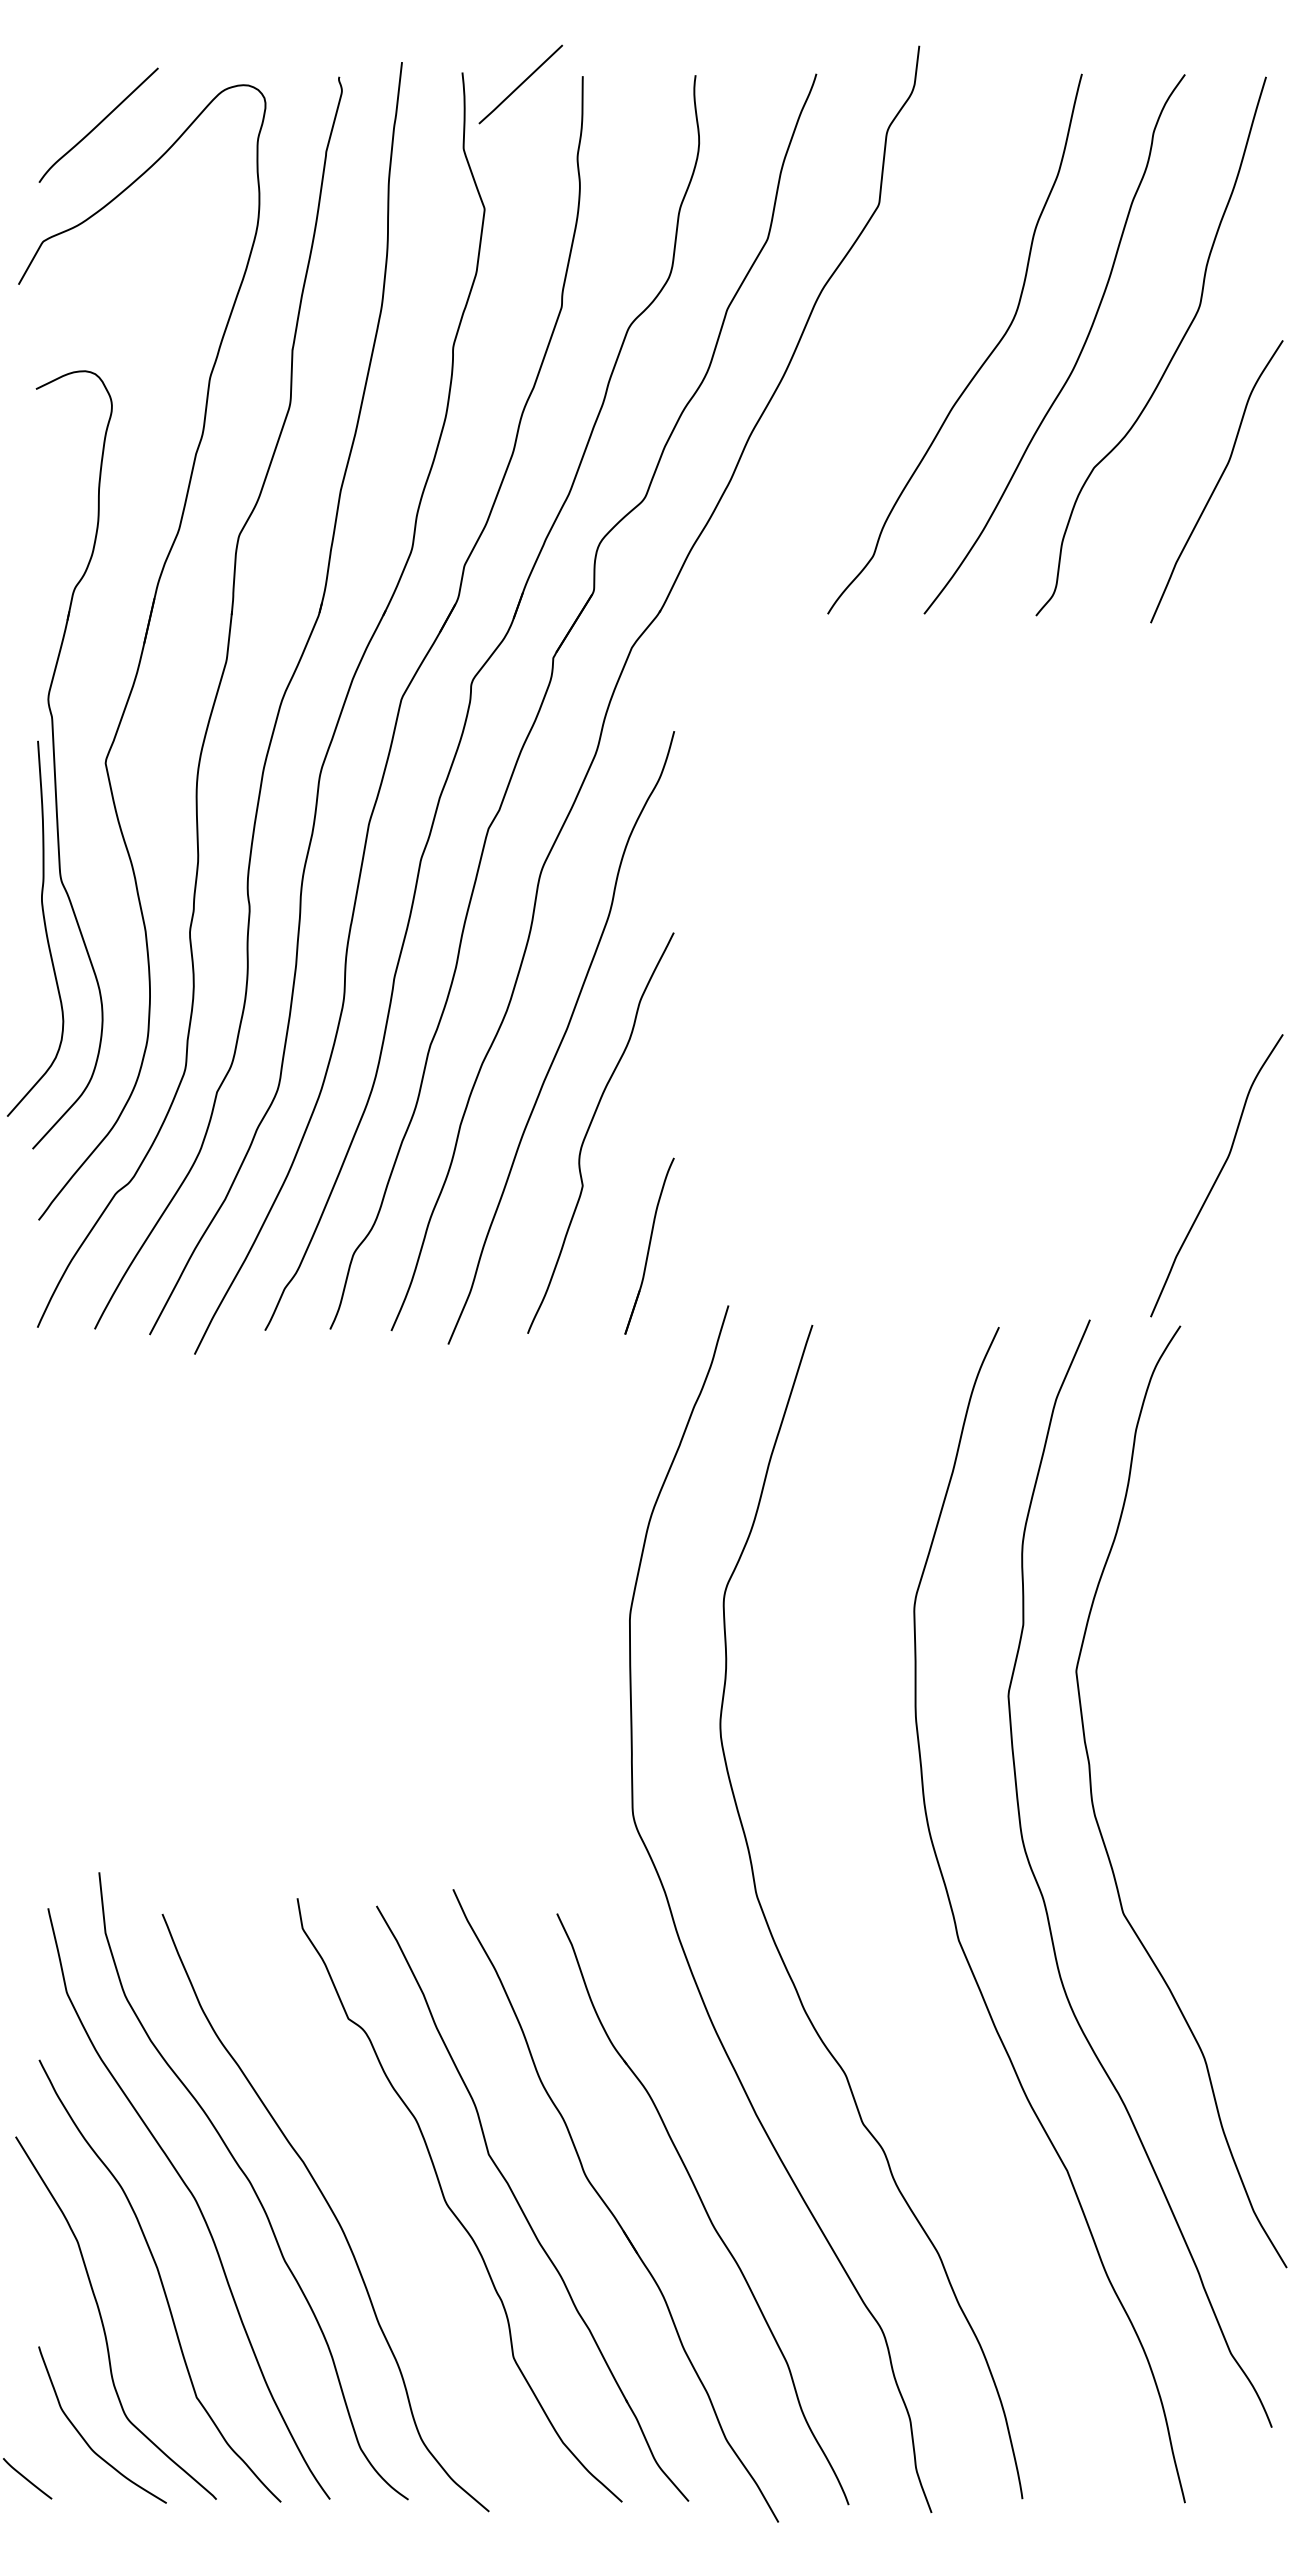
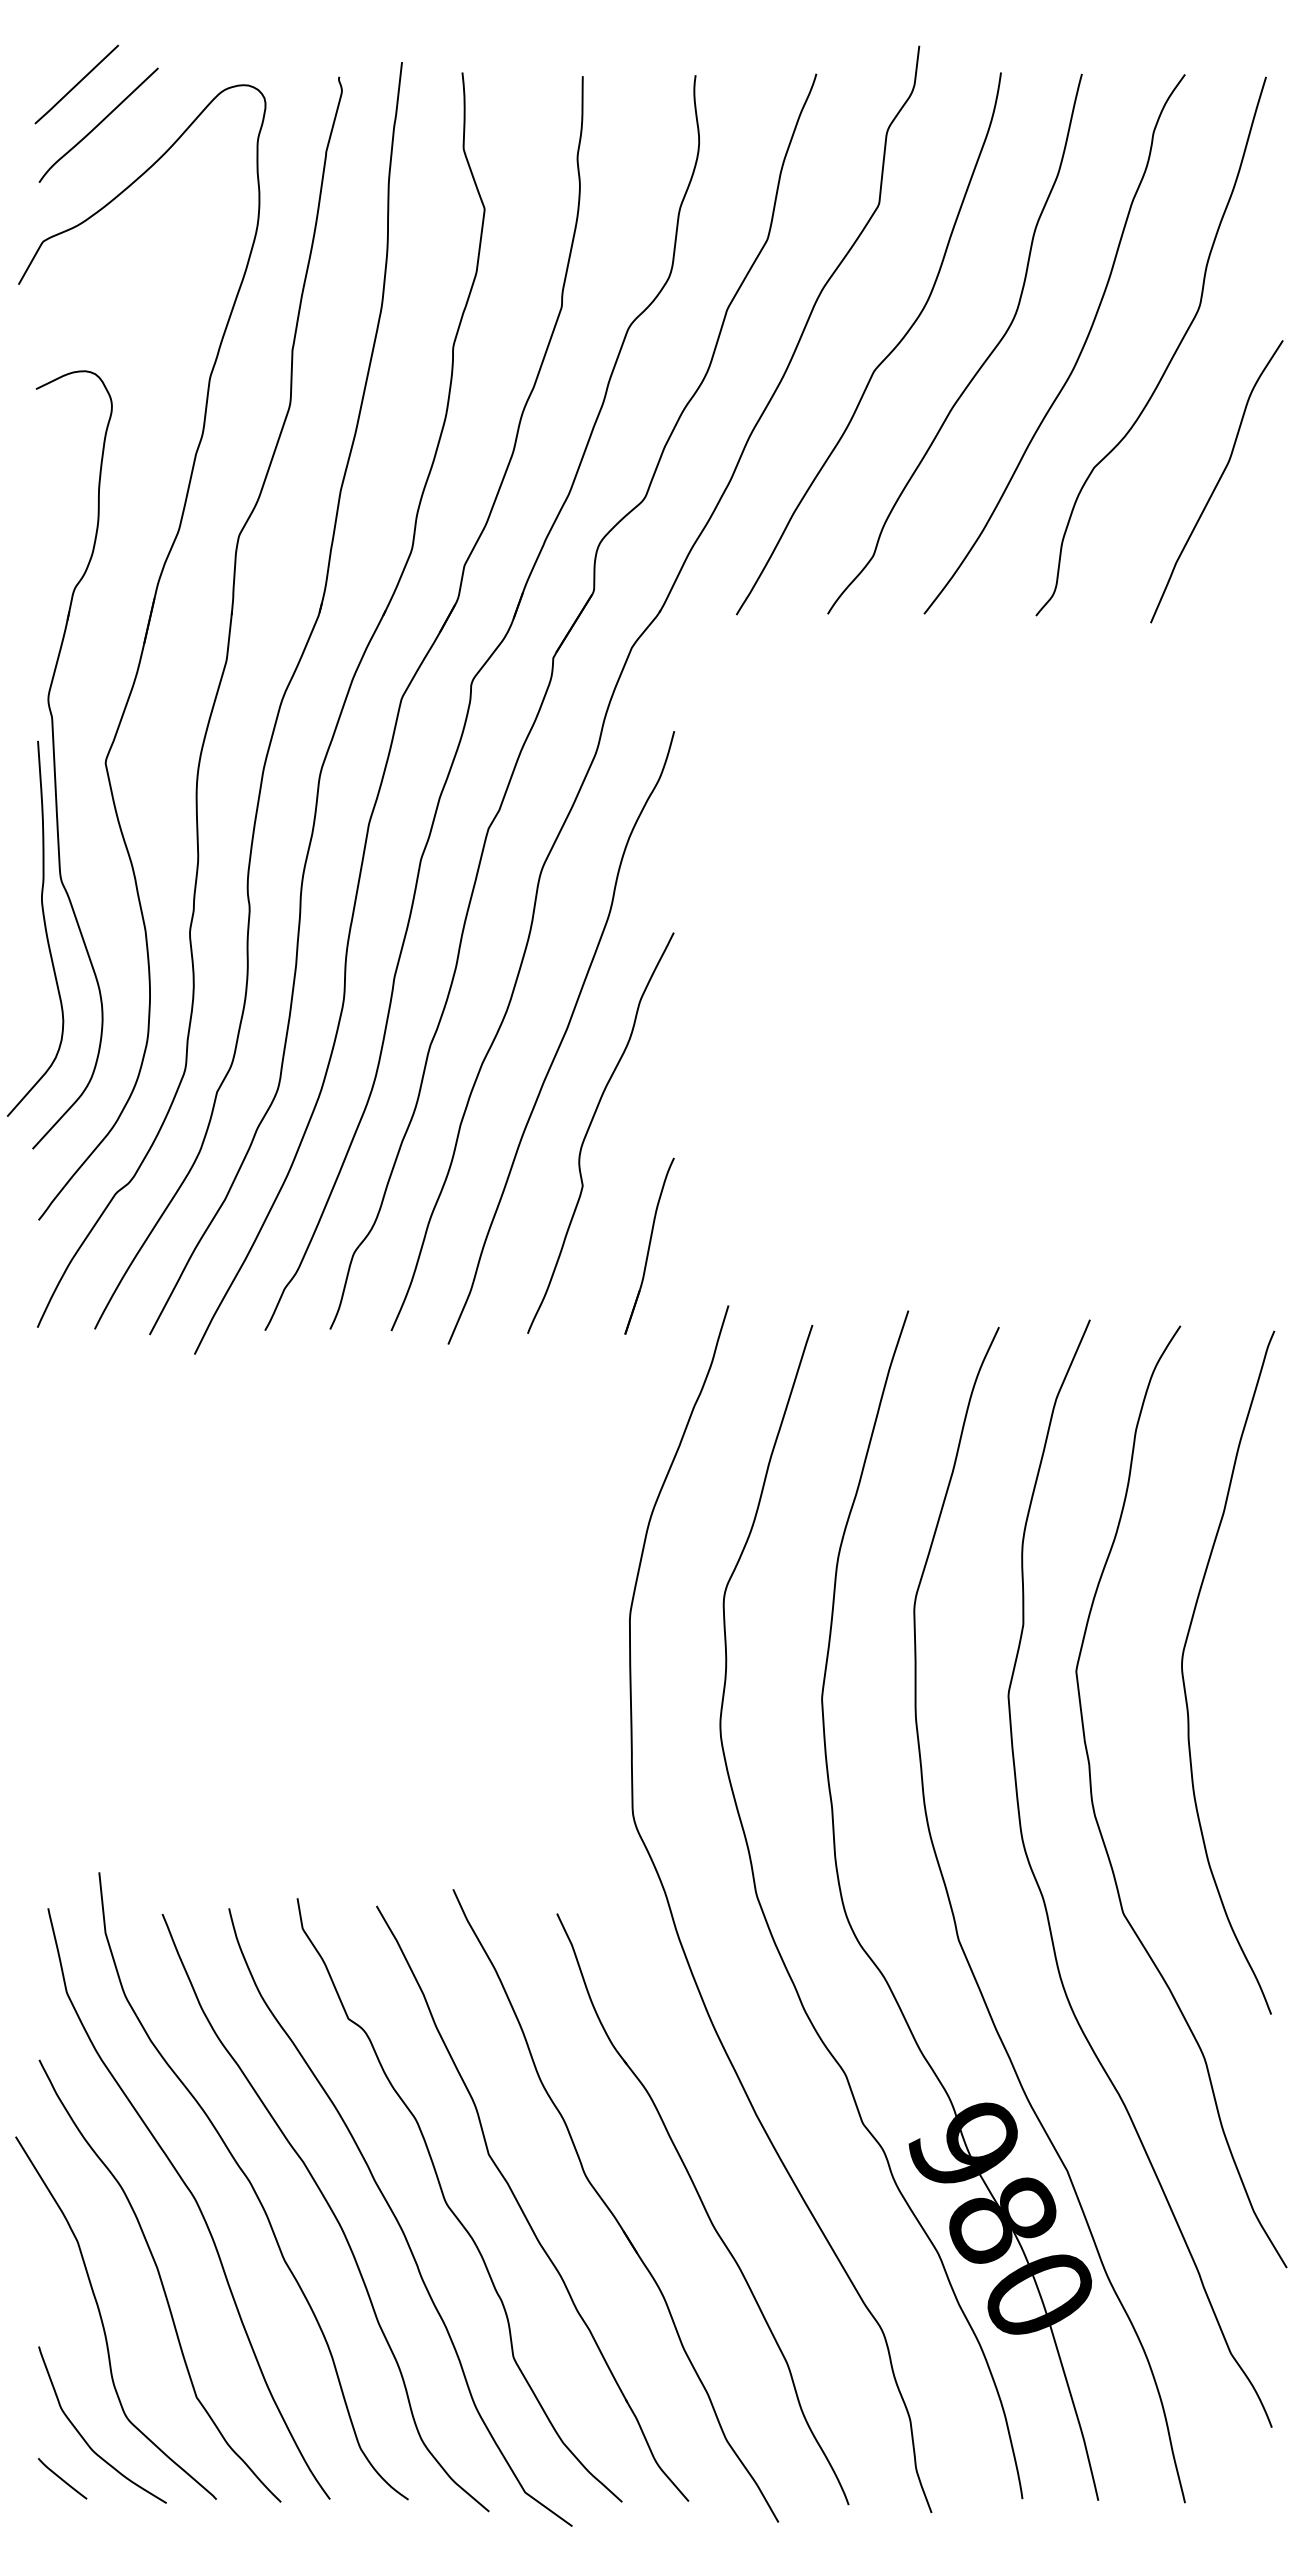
line at (520, 84) position: (520, 84) -> (76, 84)
curve at (884, 358): none -> present
curve at (1217, 1175): present -> none
curve at (1184, 1679): none -> present
part at (879, 1968): none -> present
curve at (397, 2218): none -> present
line at (27, 2478) position: (27, 2478) -> (62, 2478)
